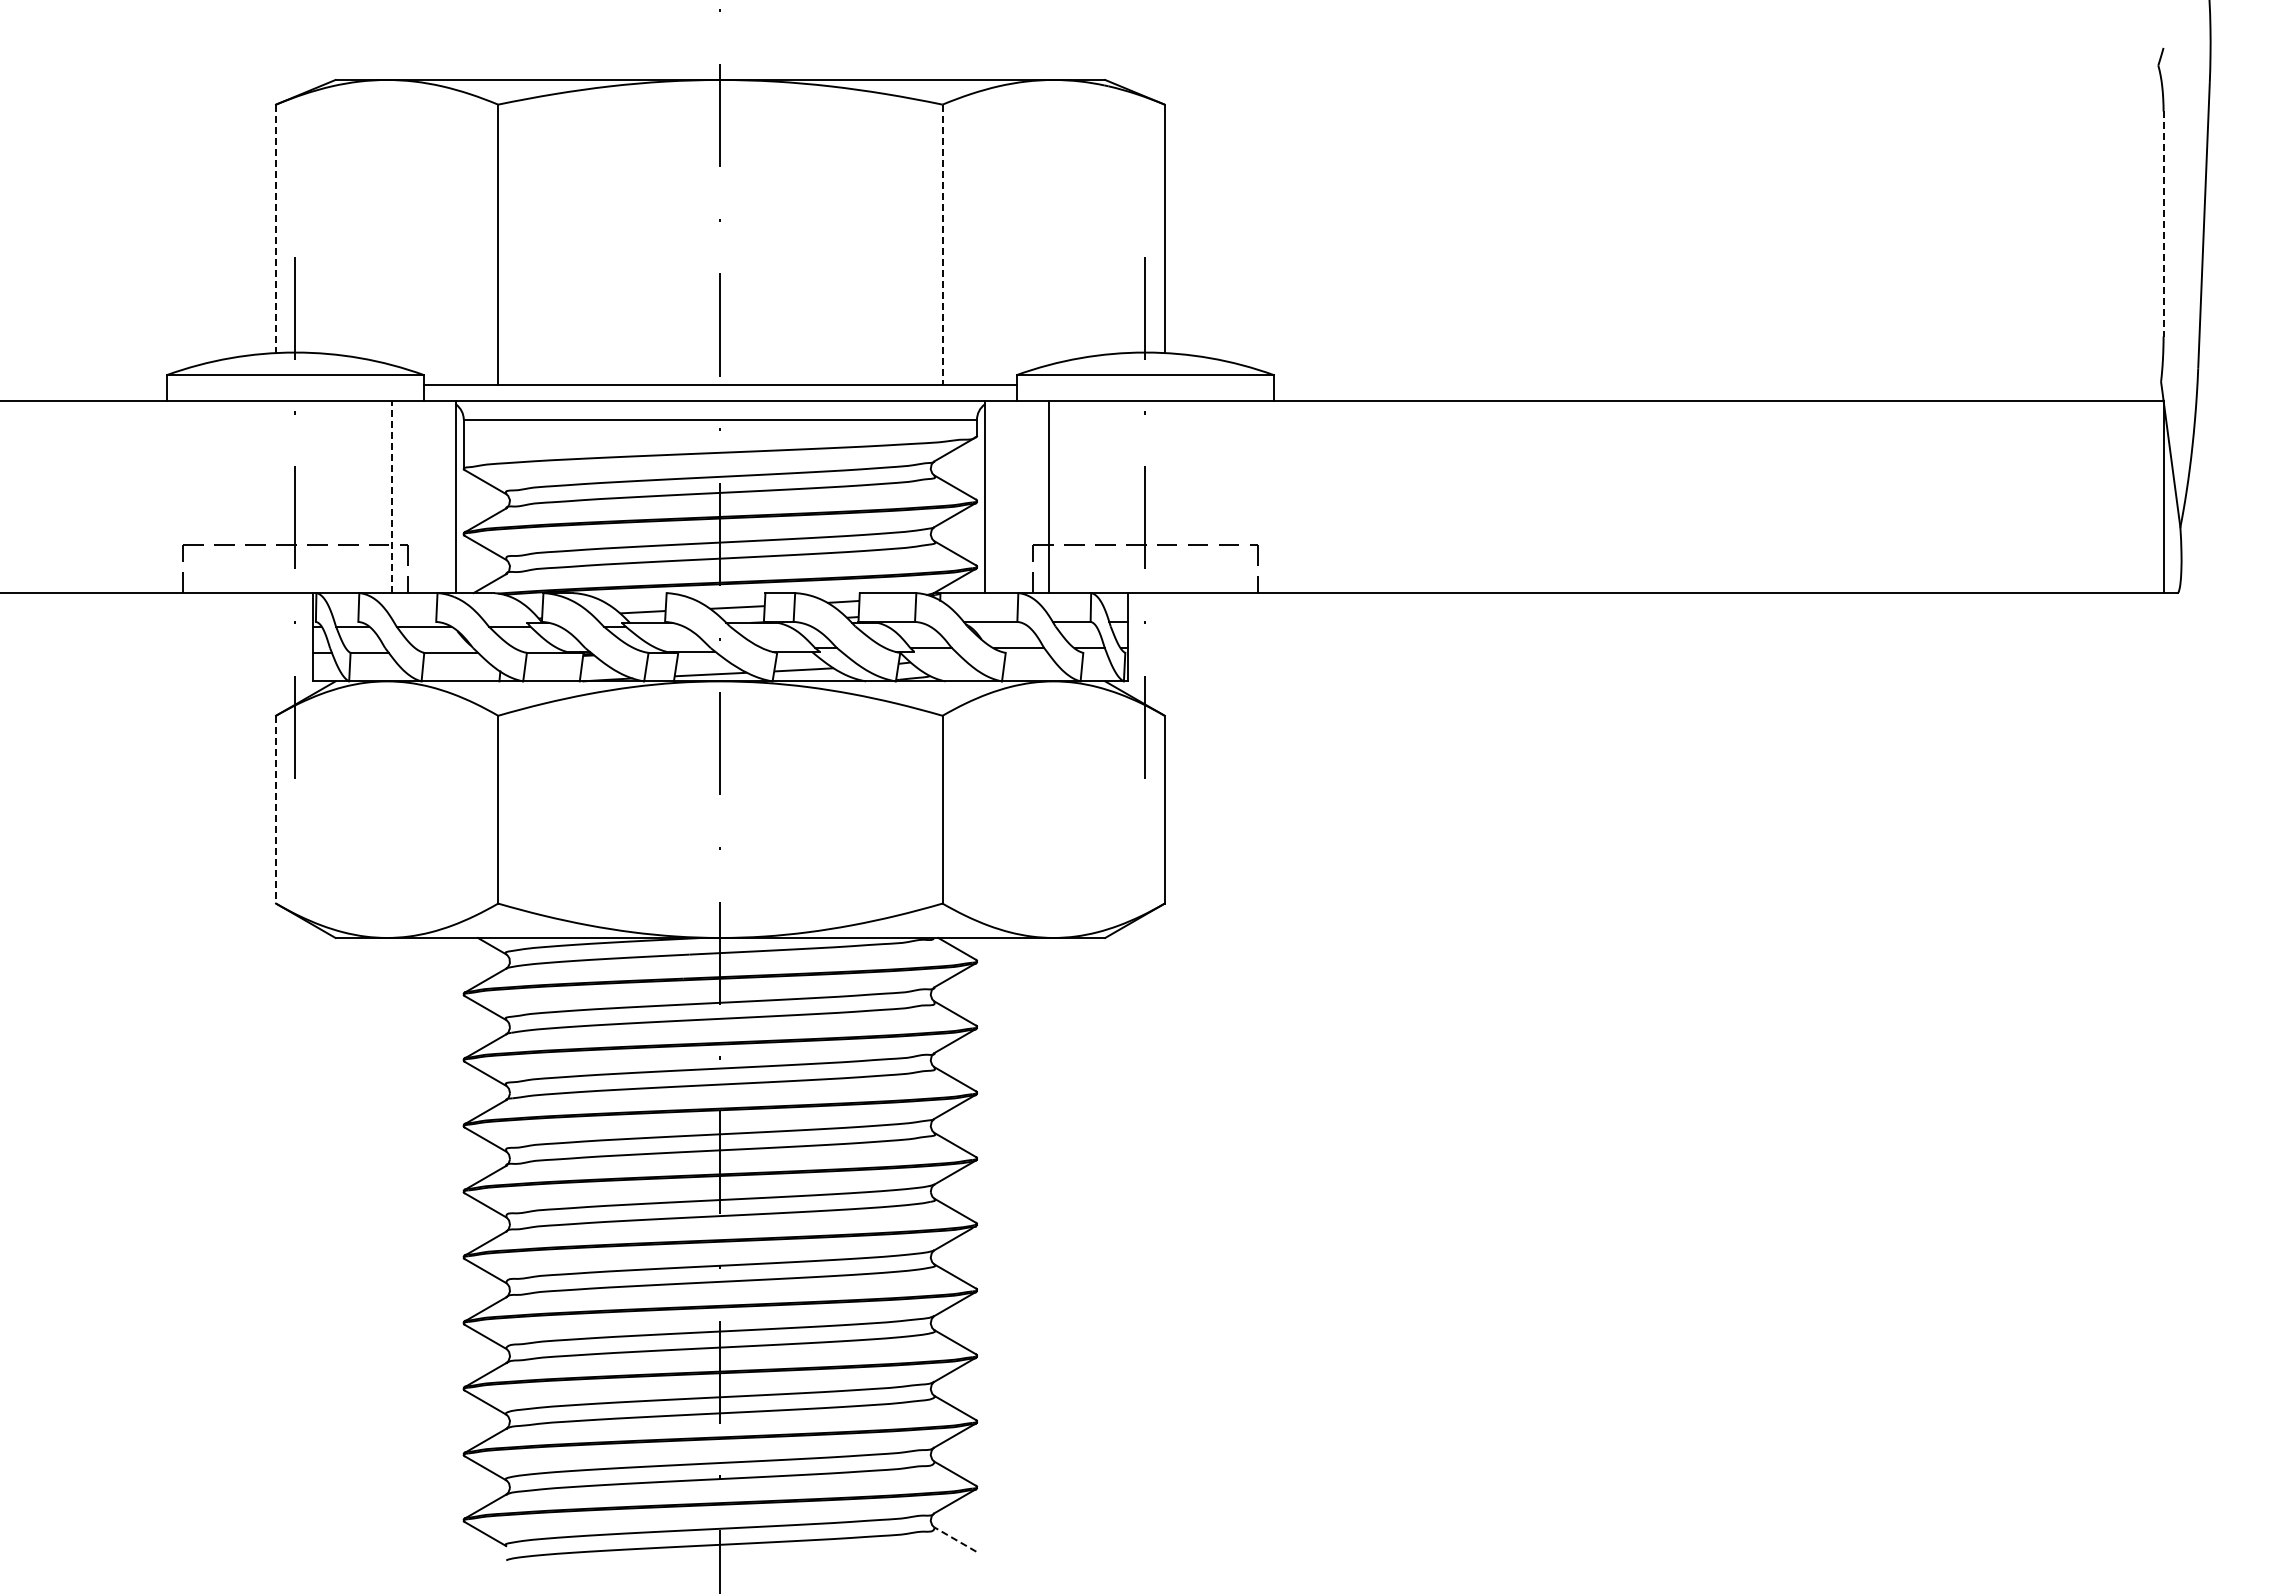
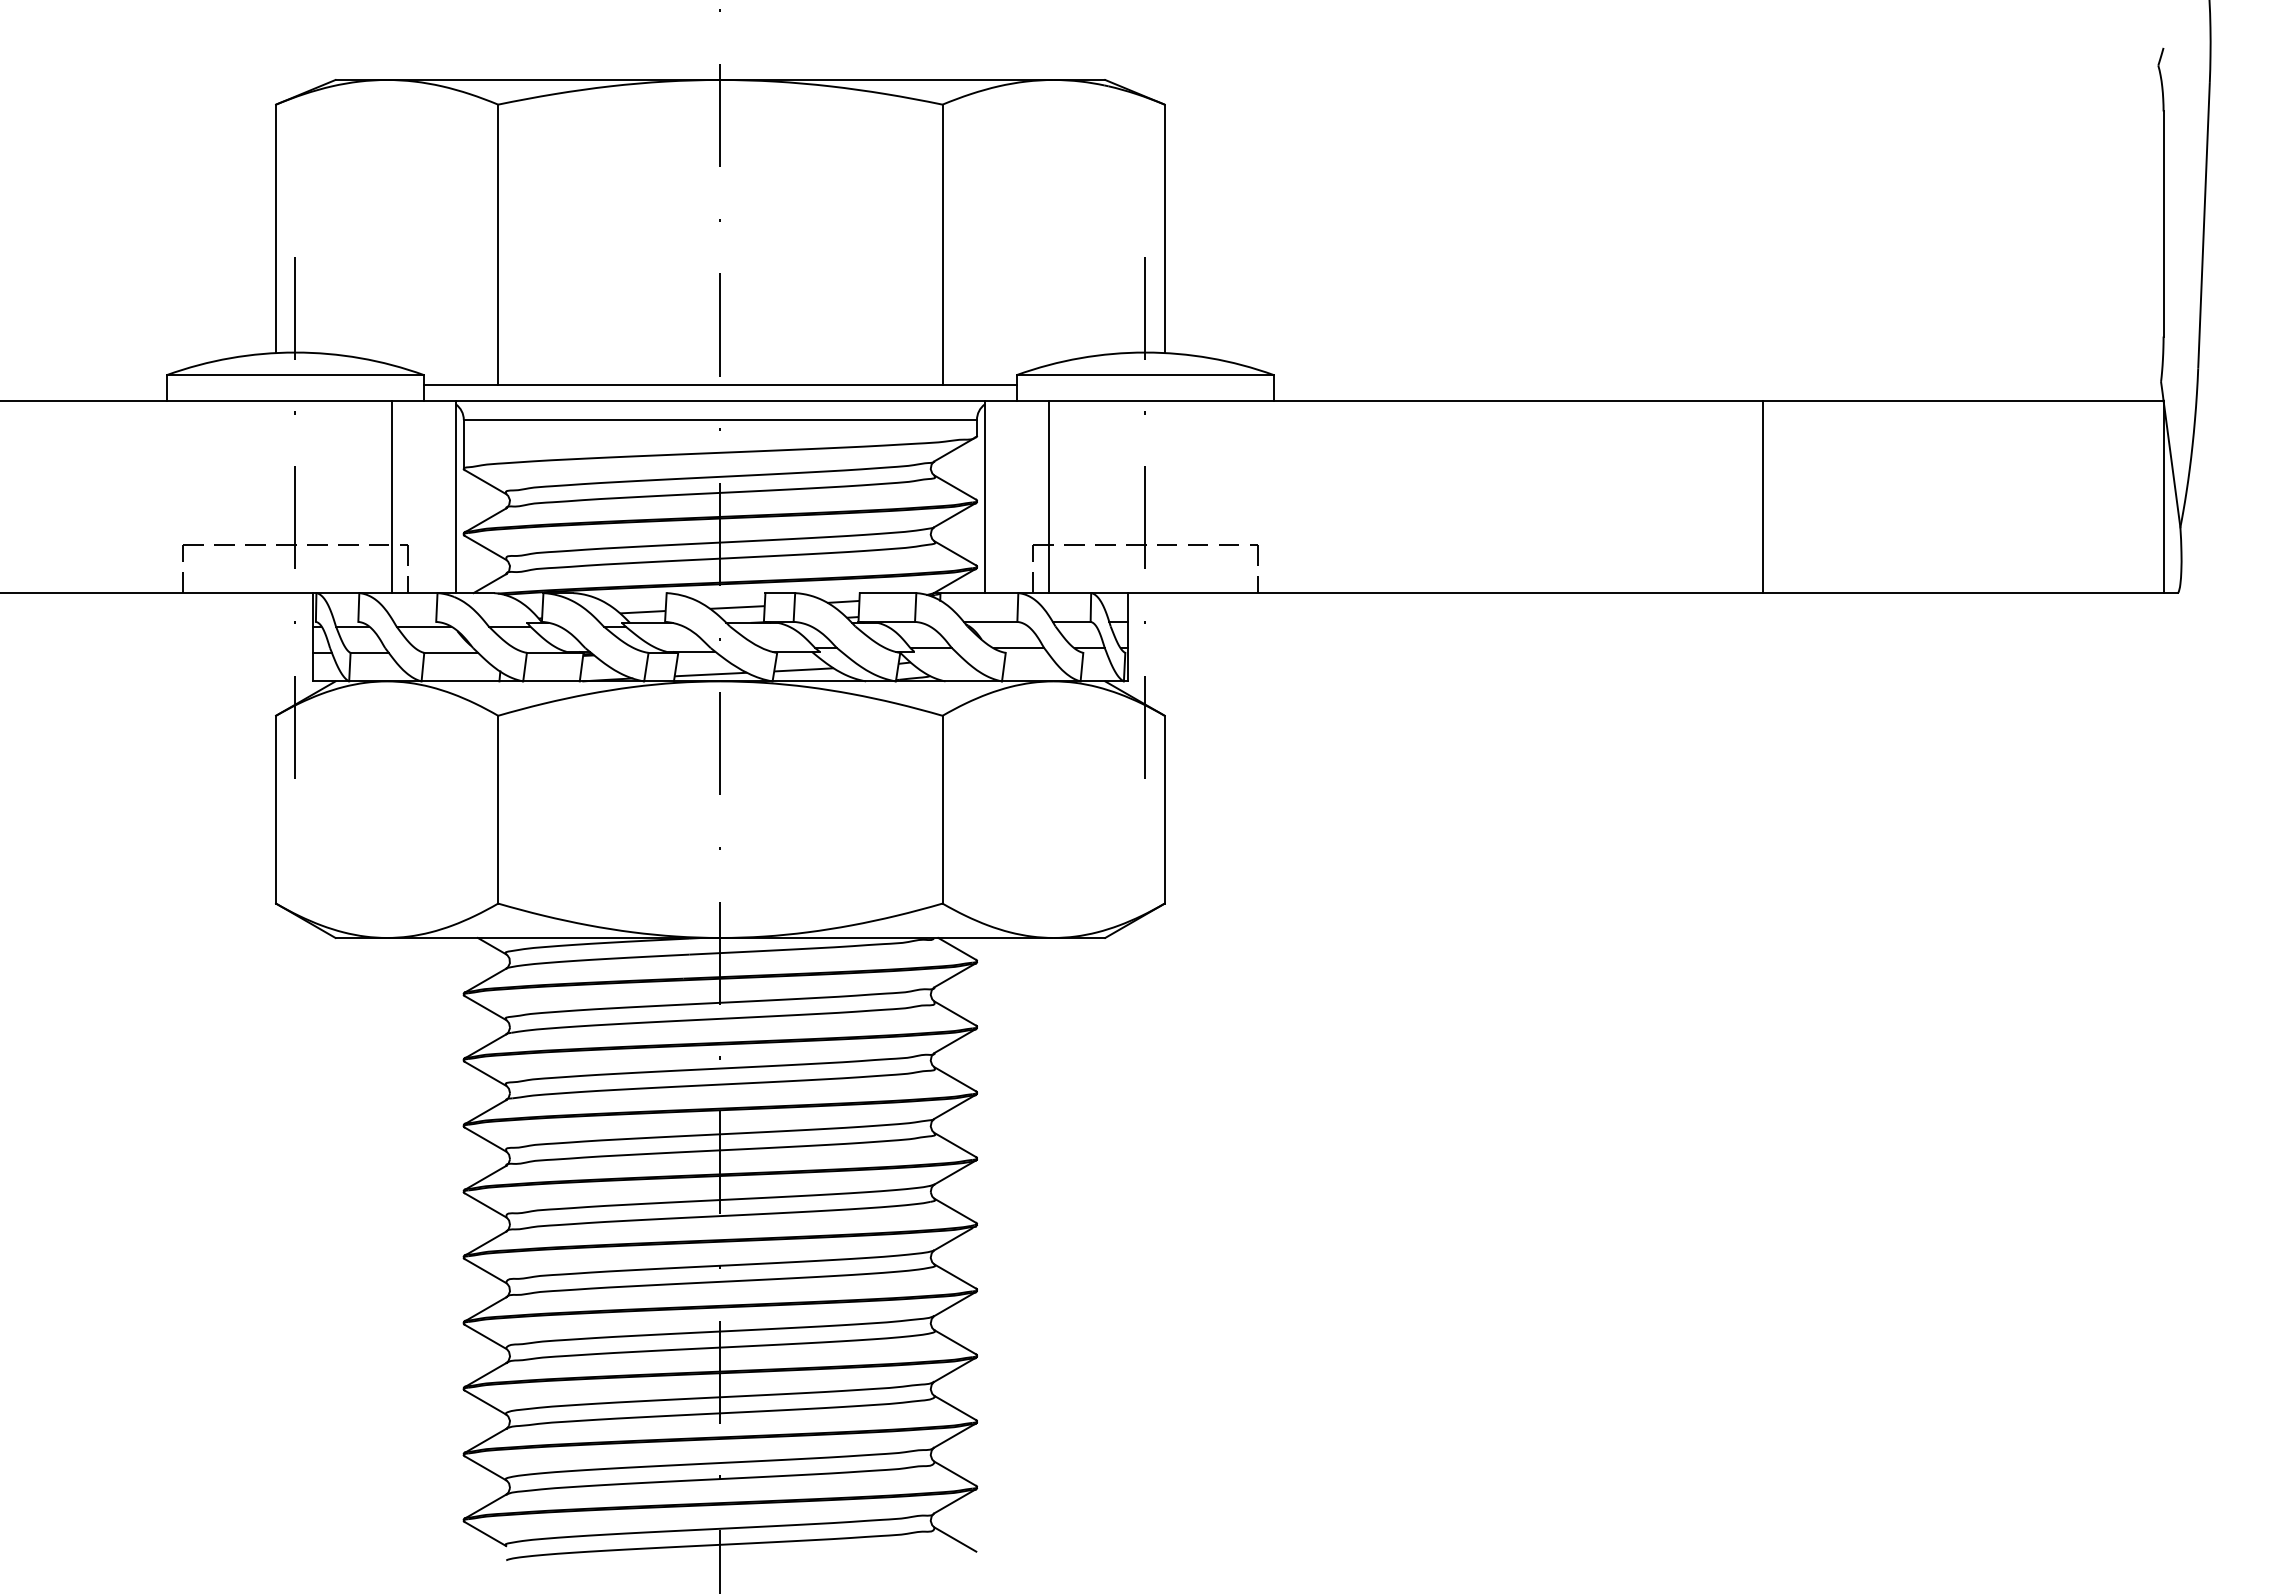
line at (2163, 224): dashed -> solid
line at (276, 229): dashed -> solid
line at (942, 245): dashed -> solid
line at (391, 496): dashed -> solid
line at (1762, 496): none -> present
line at (276, 809): dashed -> solid
line at (955, 1539): dashed -> solid
